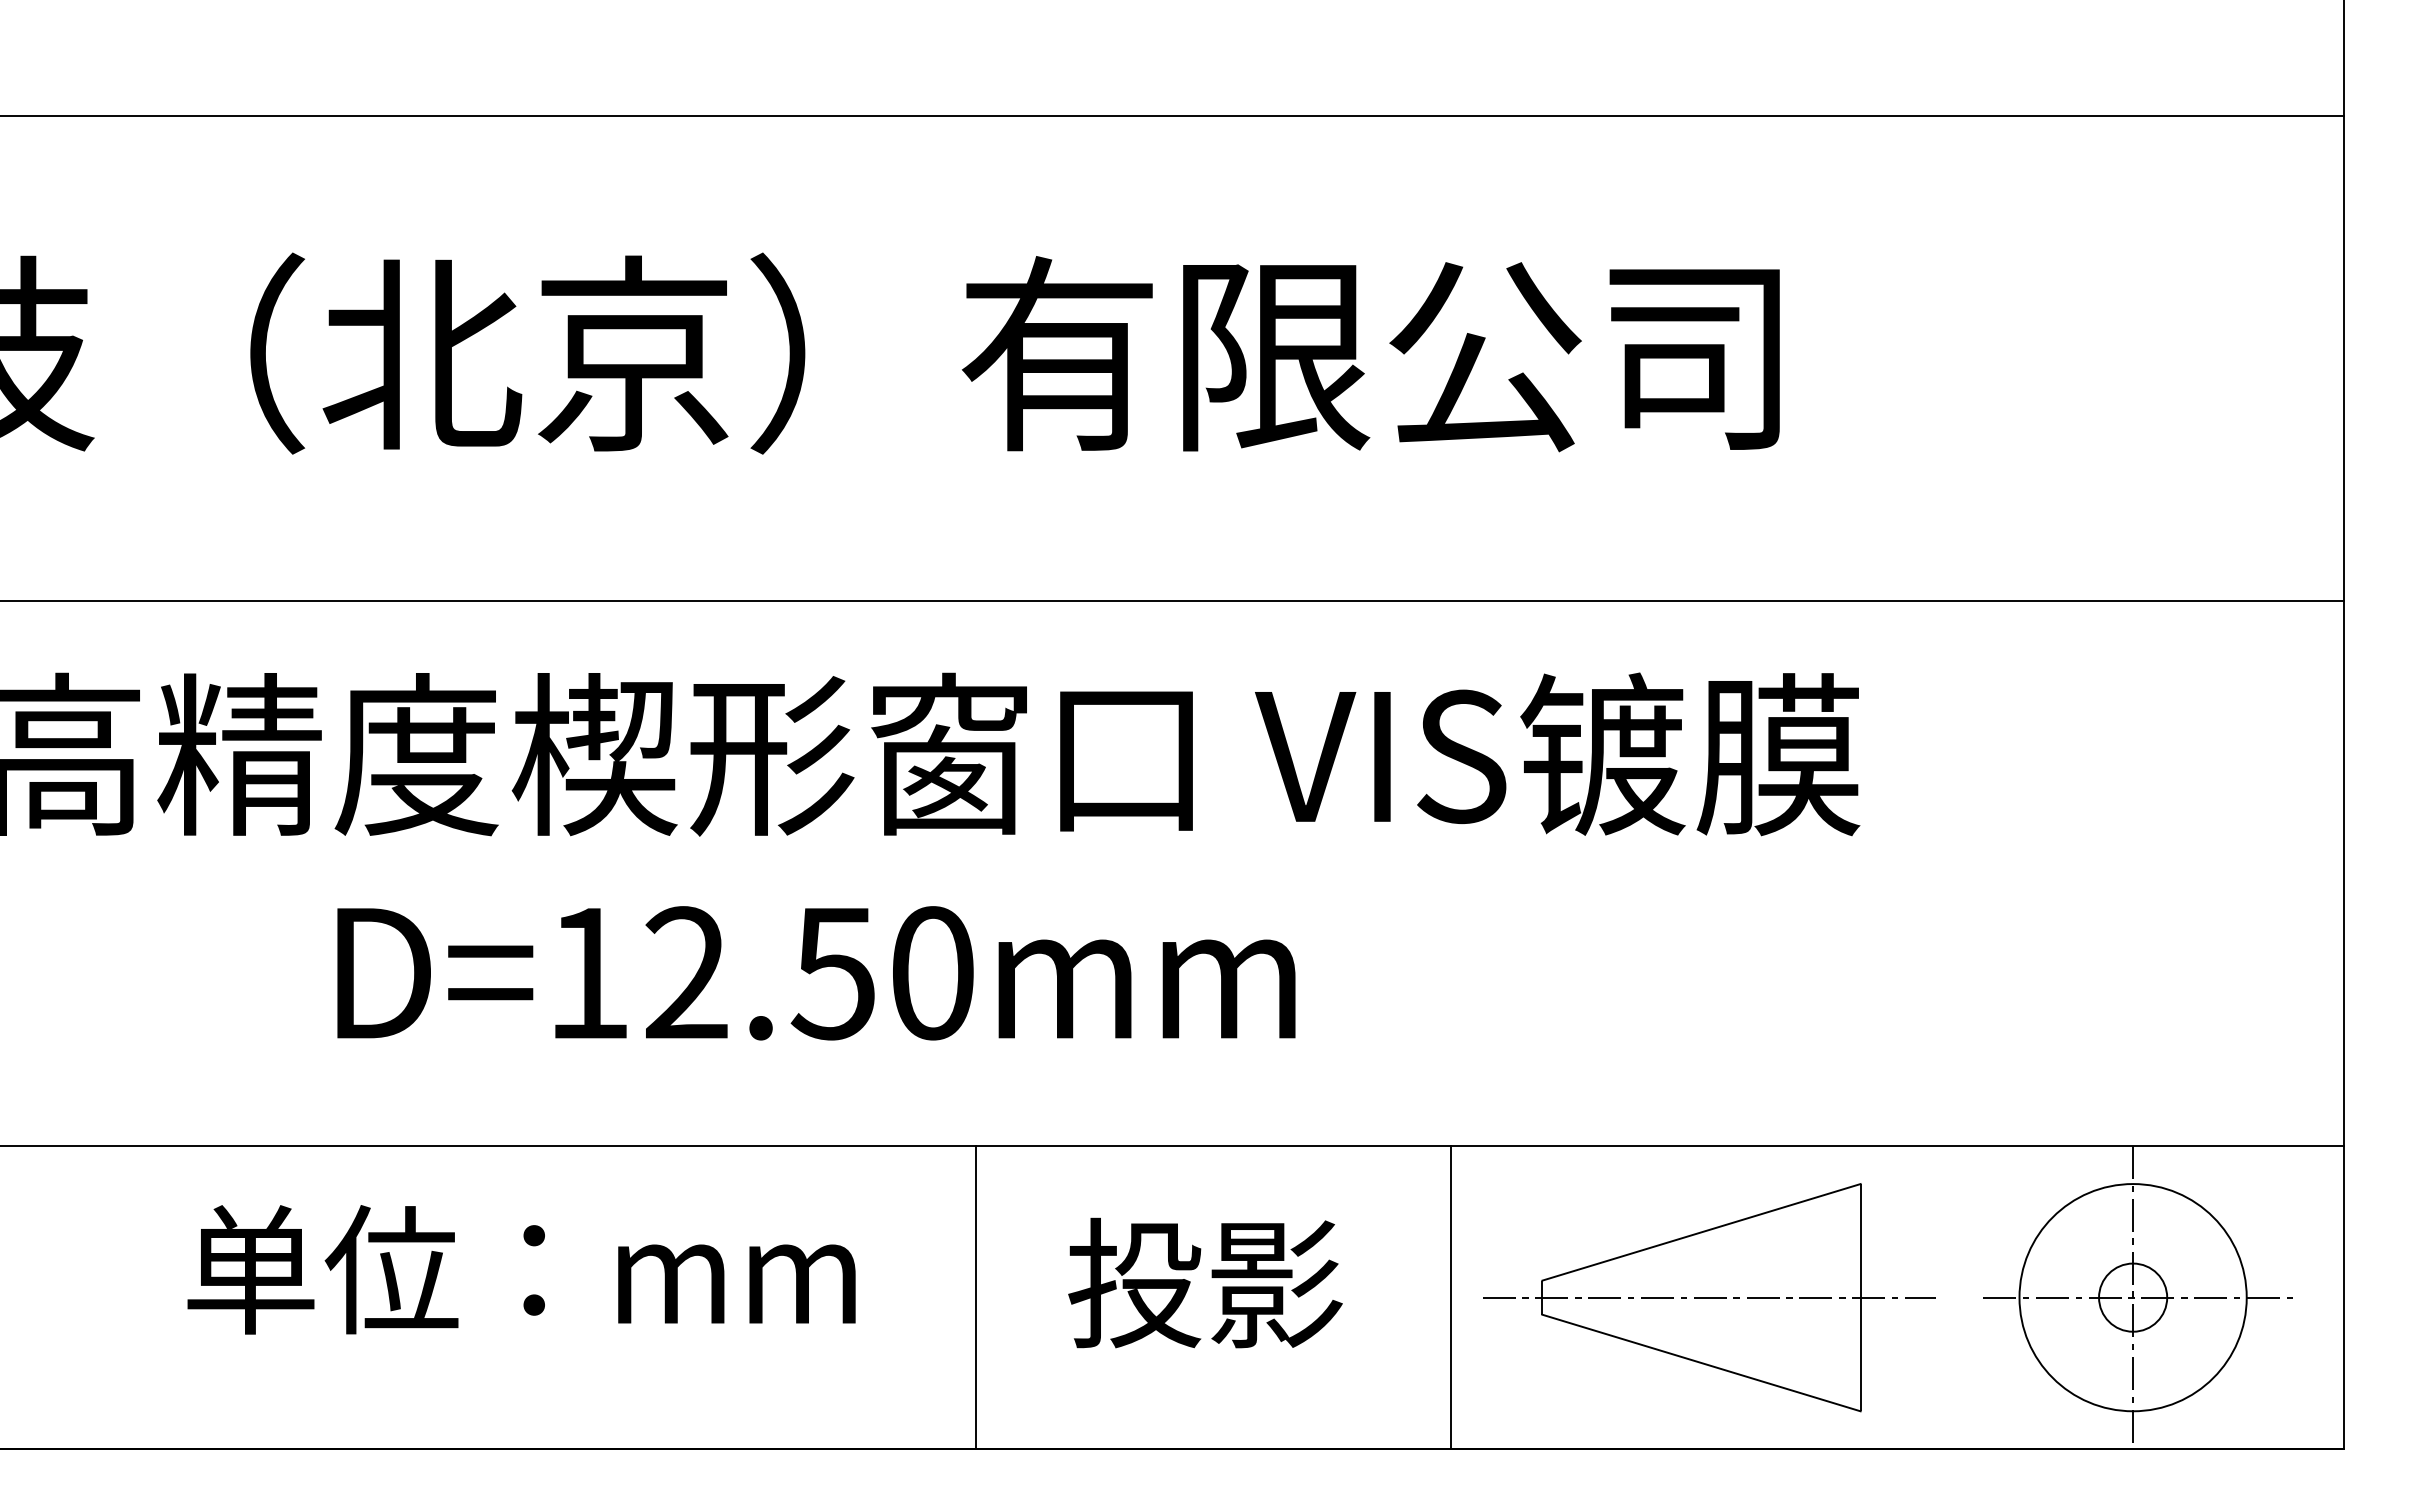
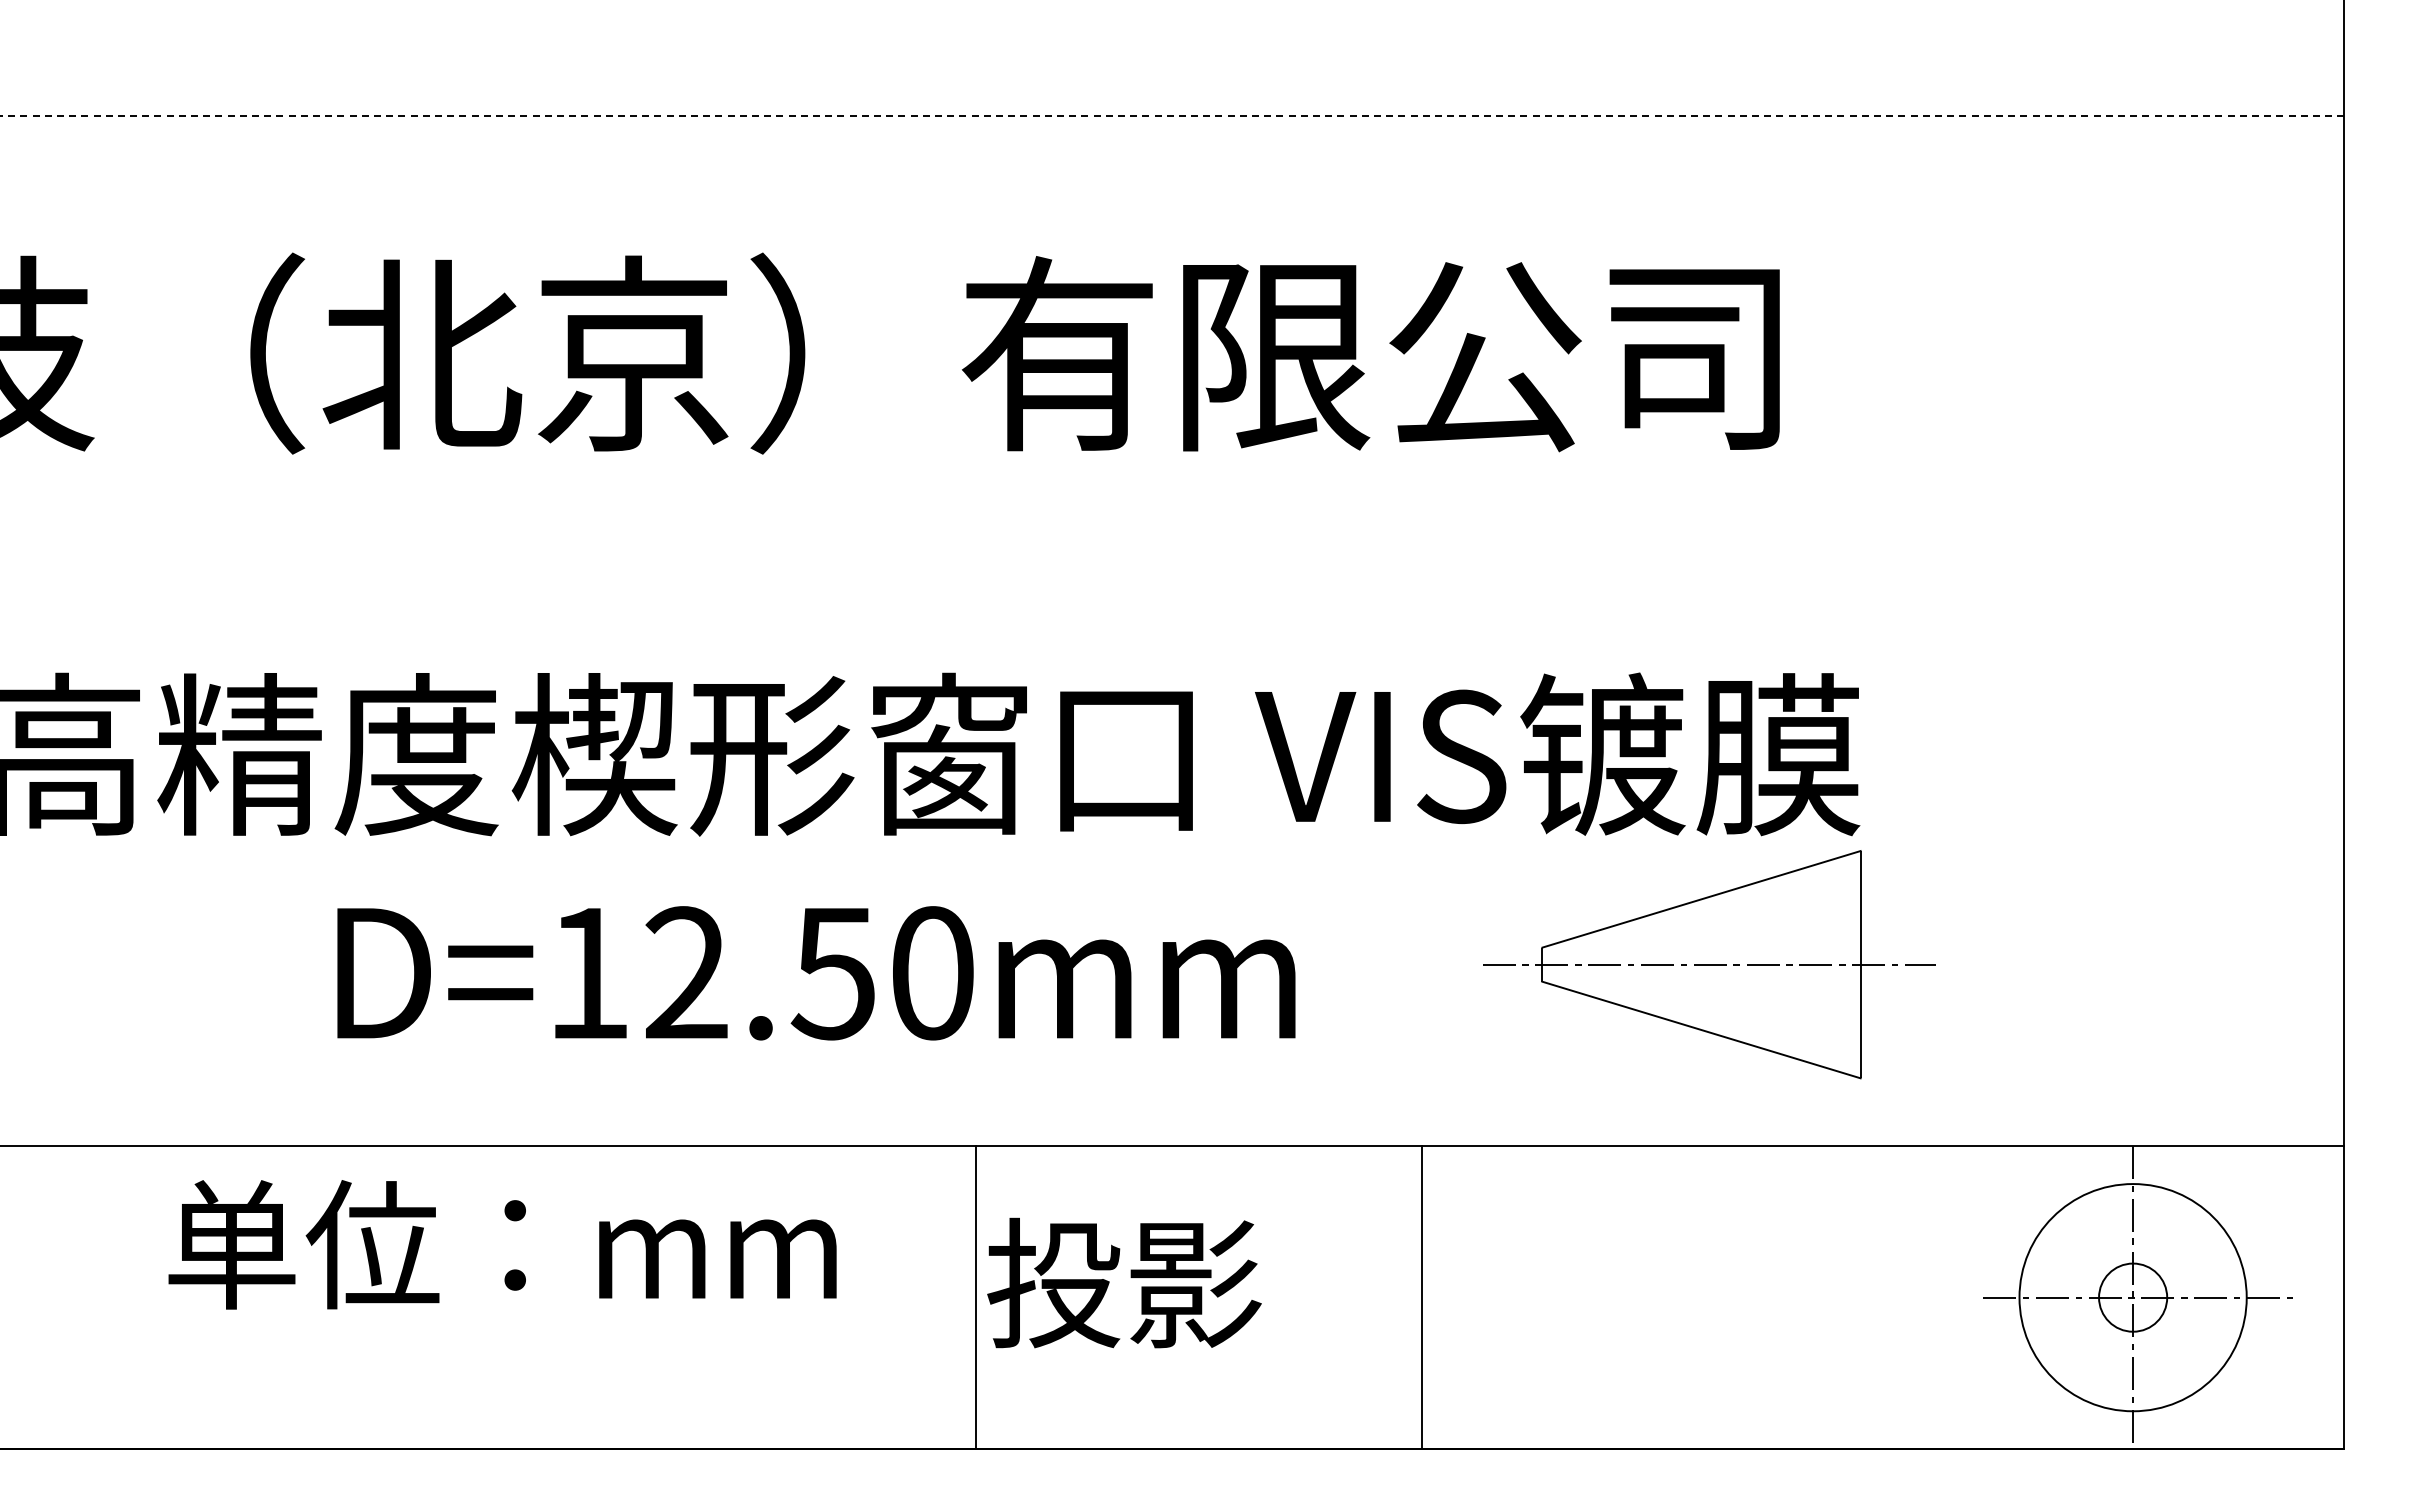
line at (1172, 115): solid -> dashed
line at (1172, 600): present -> none
text at (521, 1269) position: (521, 1269) -> (502, 1244)
text at (1205, 1282) position: (1205, 1282) -> (1124, 1282)
line at (1450, 1297) position: (1450, 1297) -> (1421, 1297)
part at (1709, 1297) position: (1709, 1297) -> (1709, 964)
